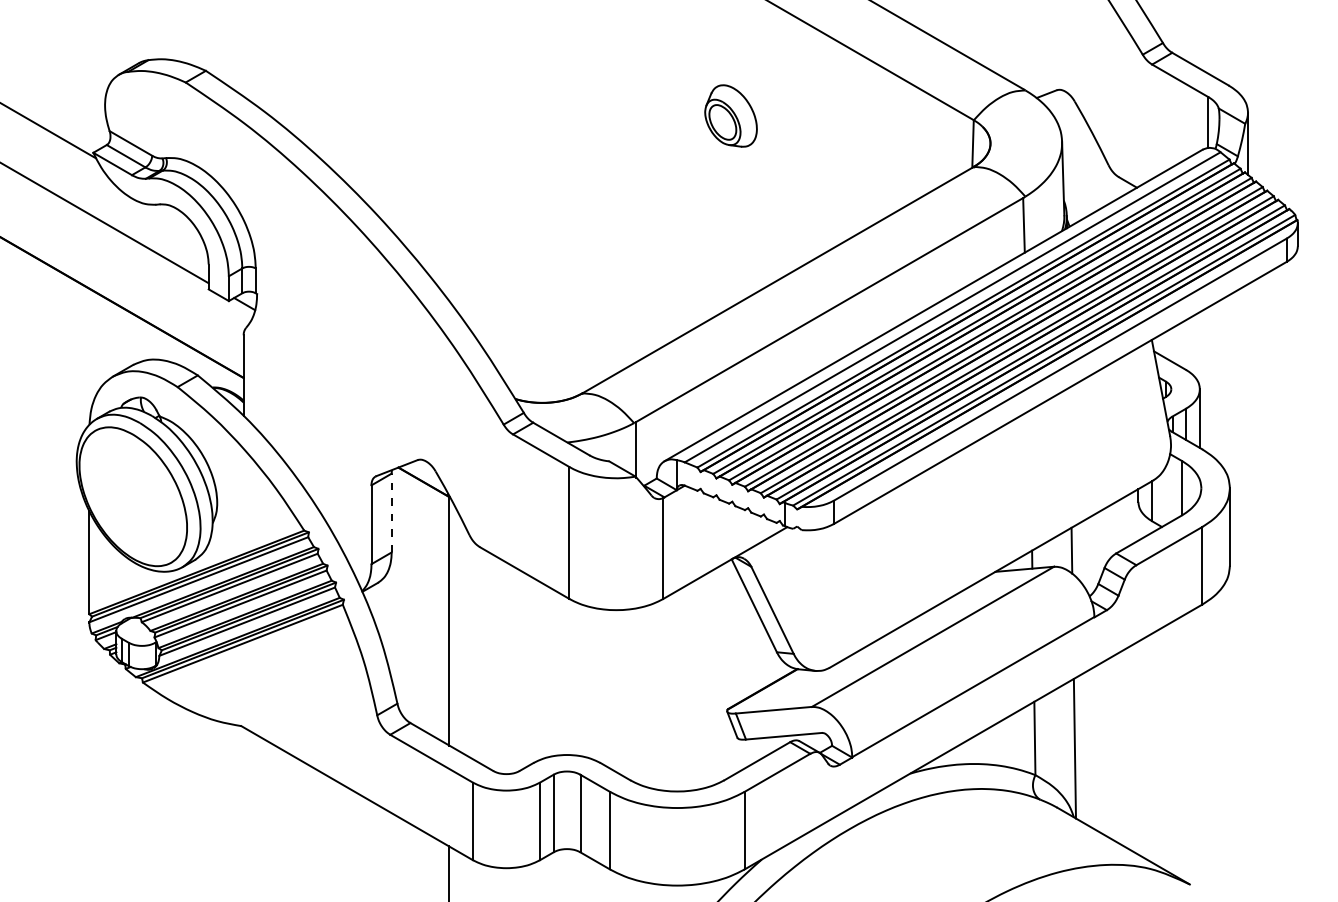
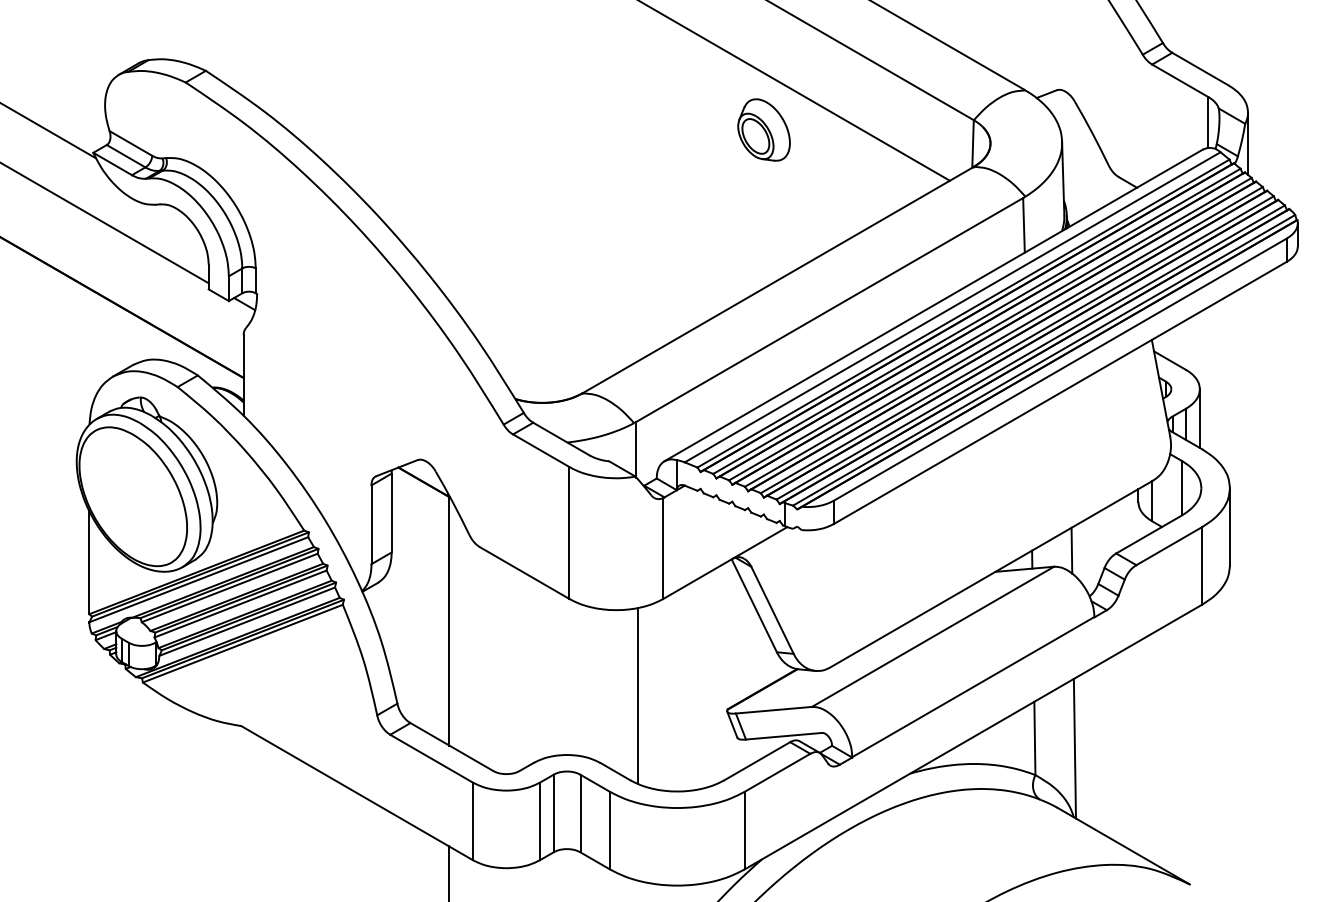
line at (795, 91): none -> present
part at (730, 115) position: (730, 115) -> (763, 129)
line at (391, 512): dashed -> solid
line at (637, 695): none -> present
